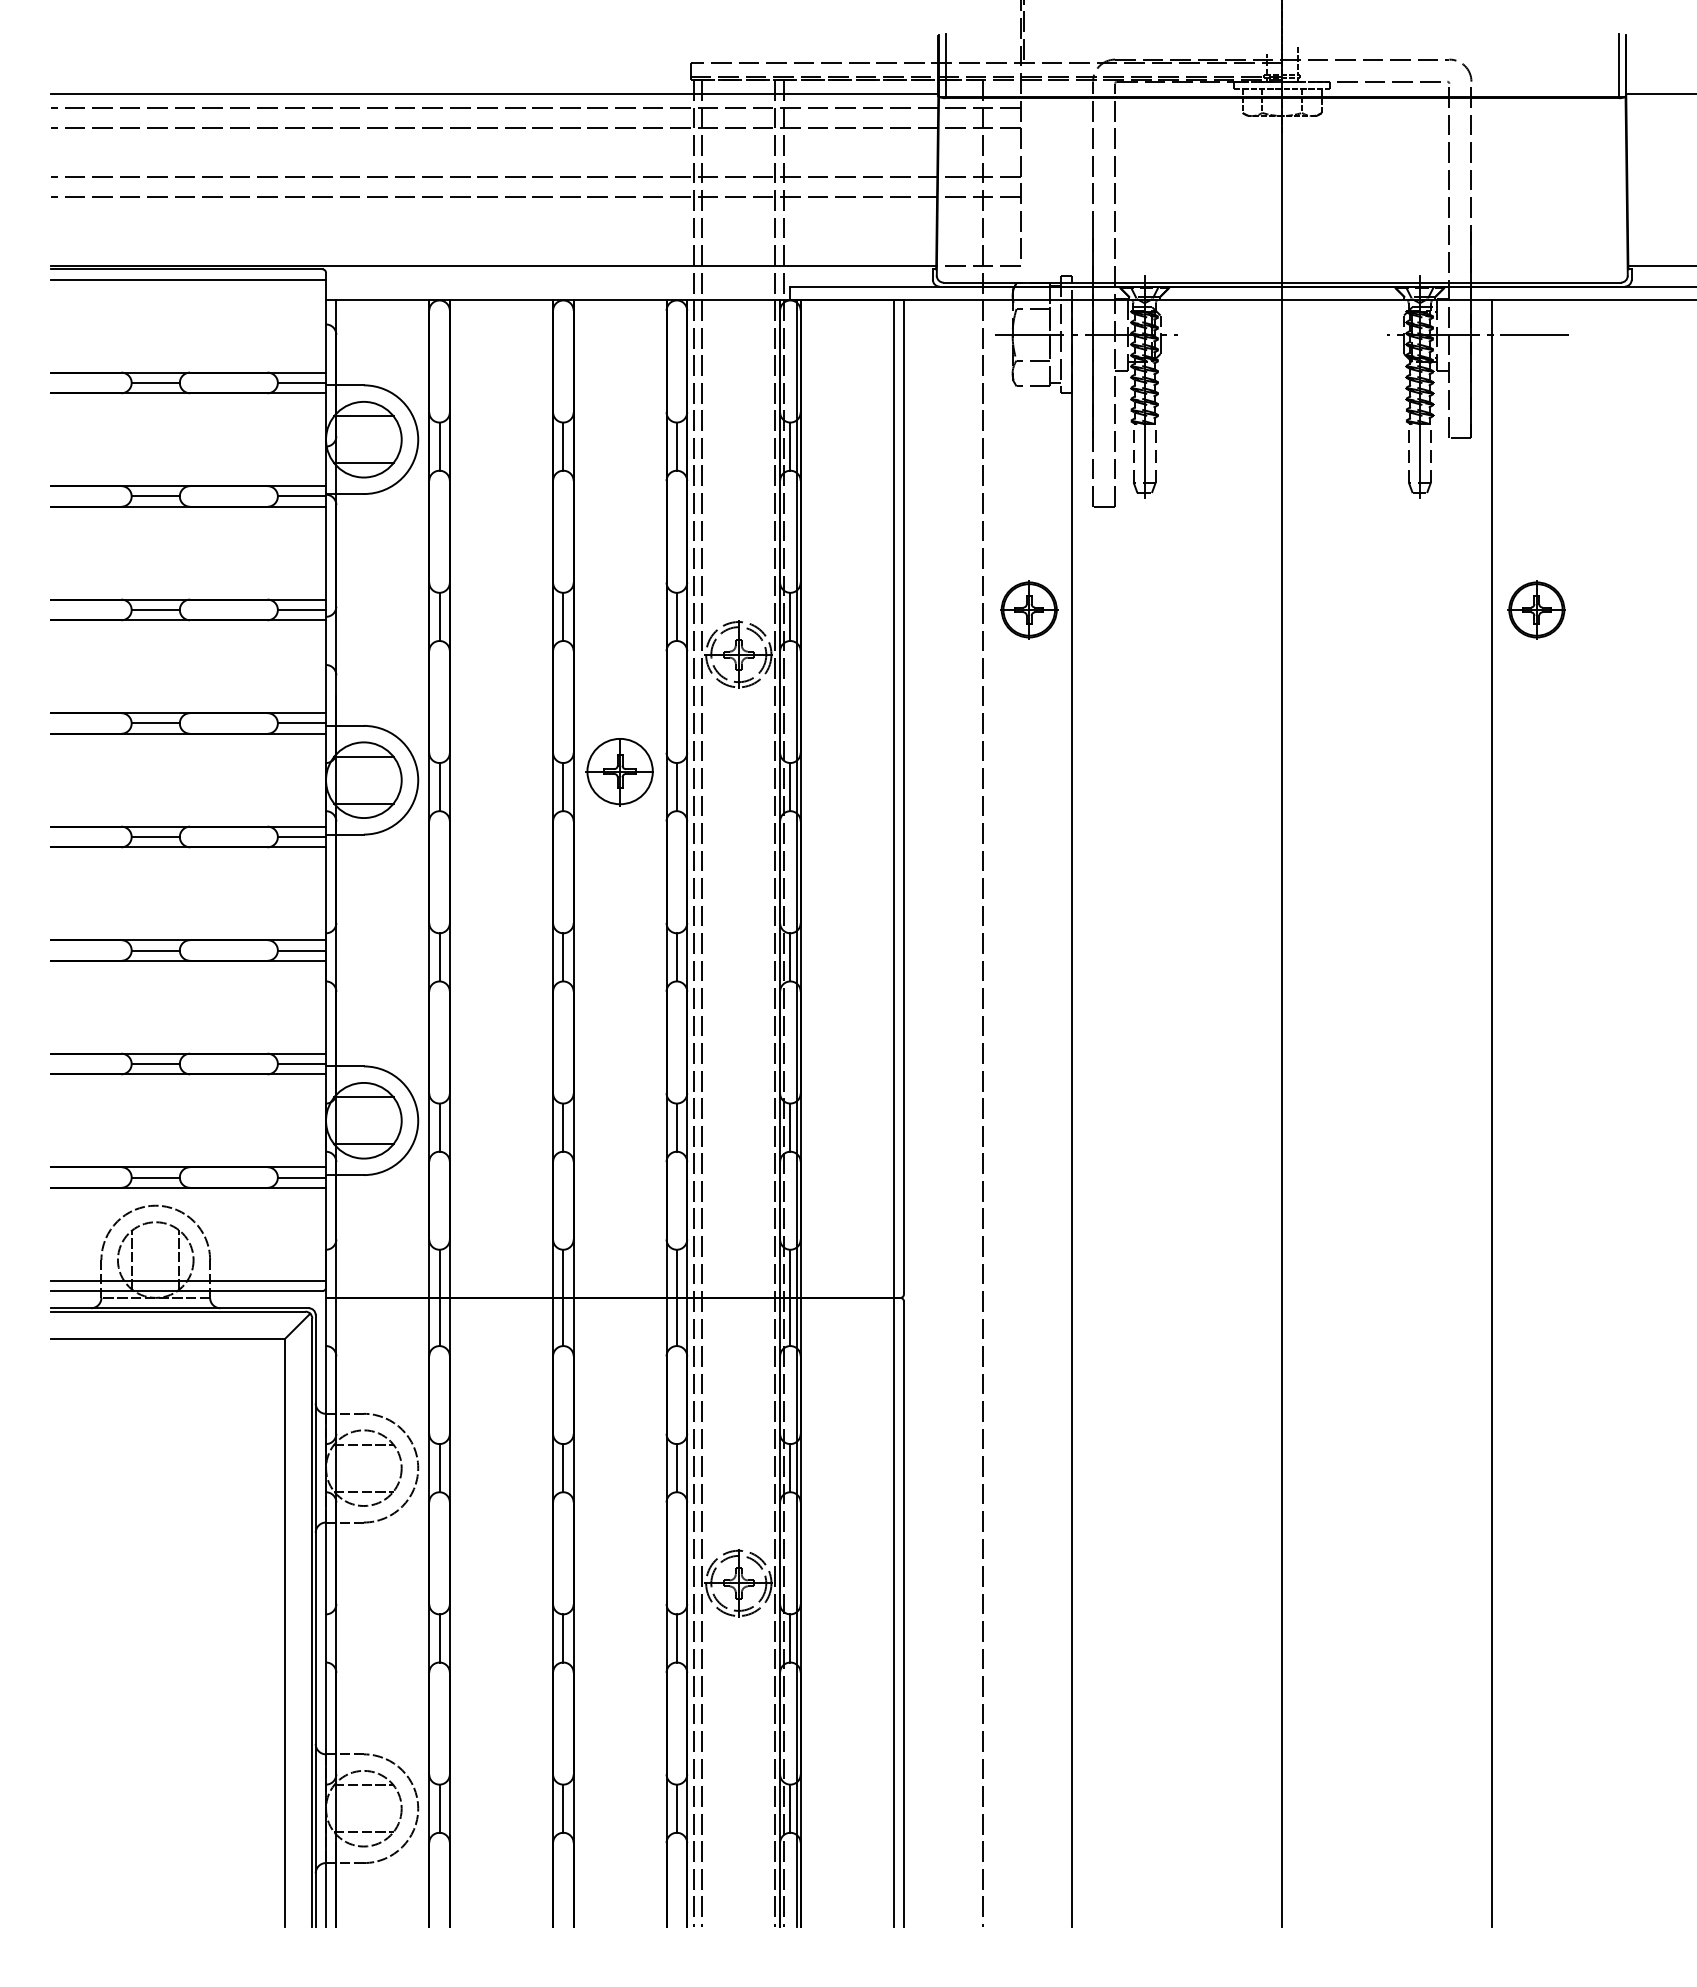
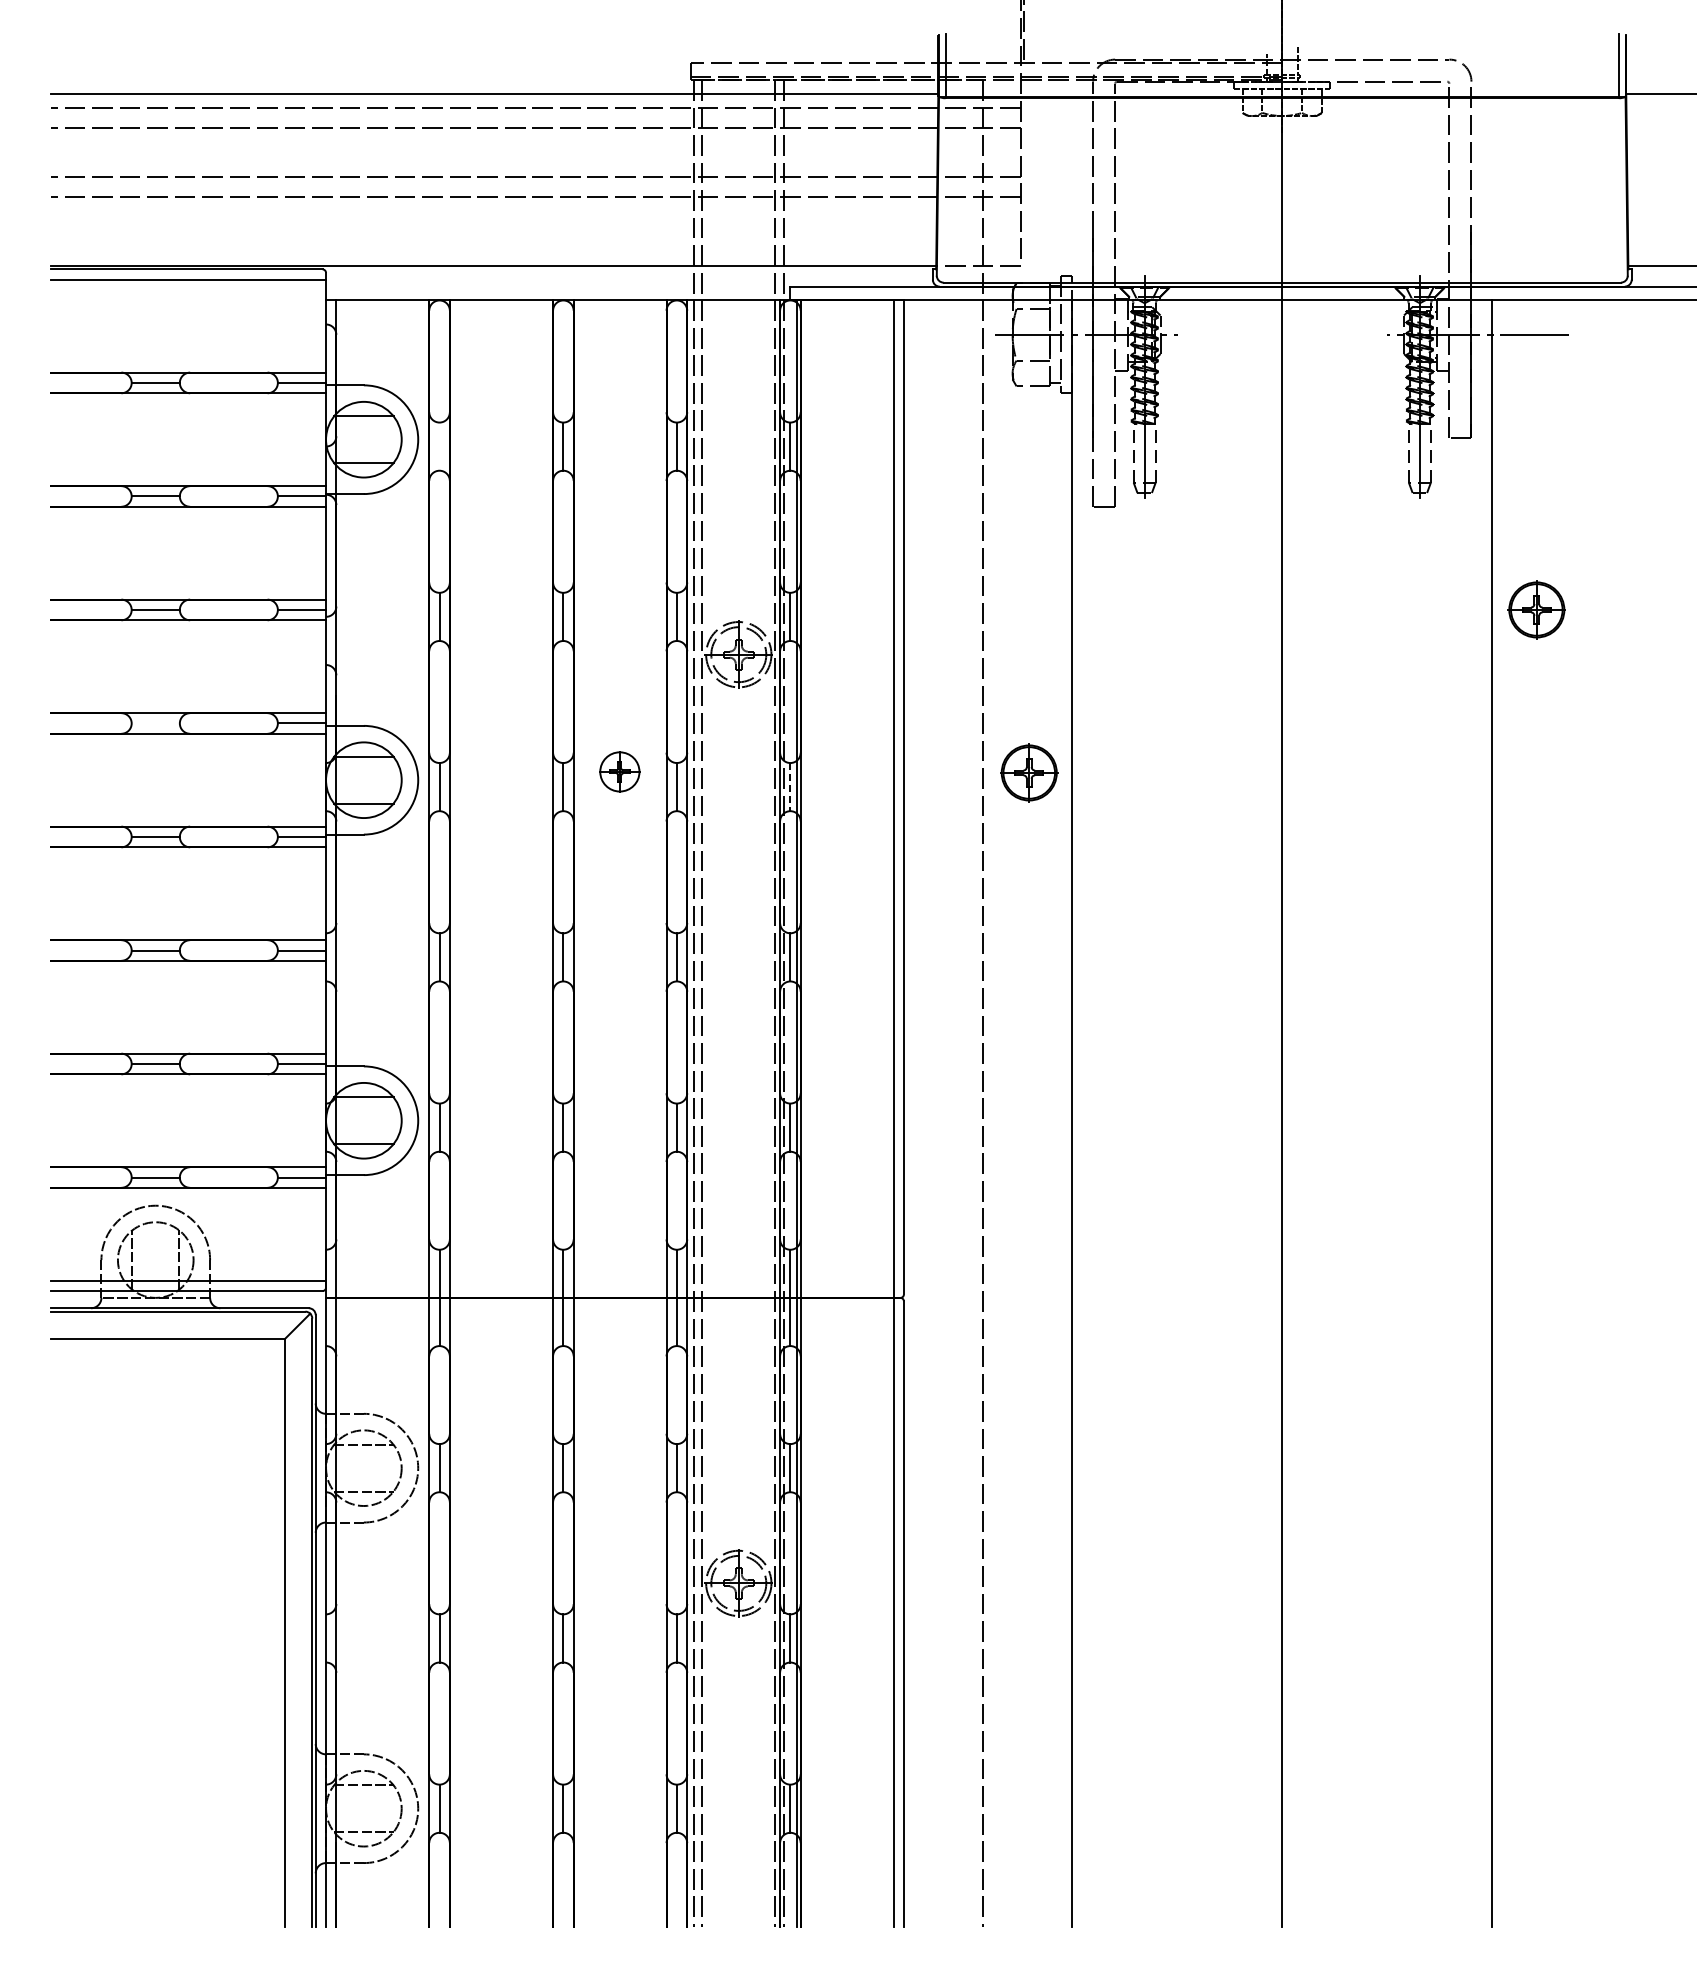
line at (439, 446): present -> none
part at (1029, 609) position: (1029, 609) -> (1029, 772)
line at (155, 723): present -> none
part at (619, 772) size: 69x69 px -> 42x42 px
line at (790, 787): solid -> dashed
